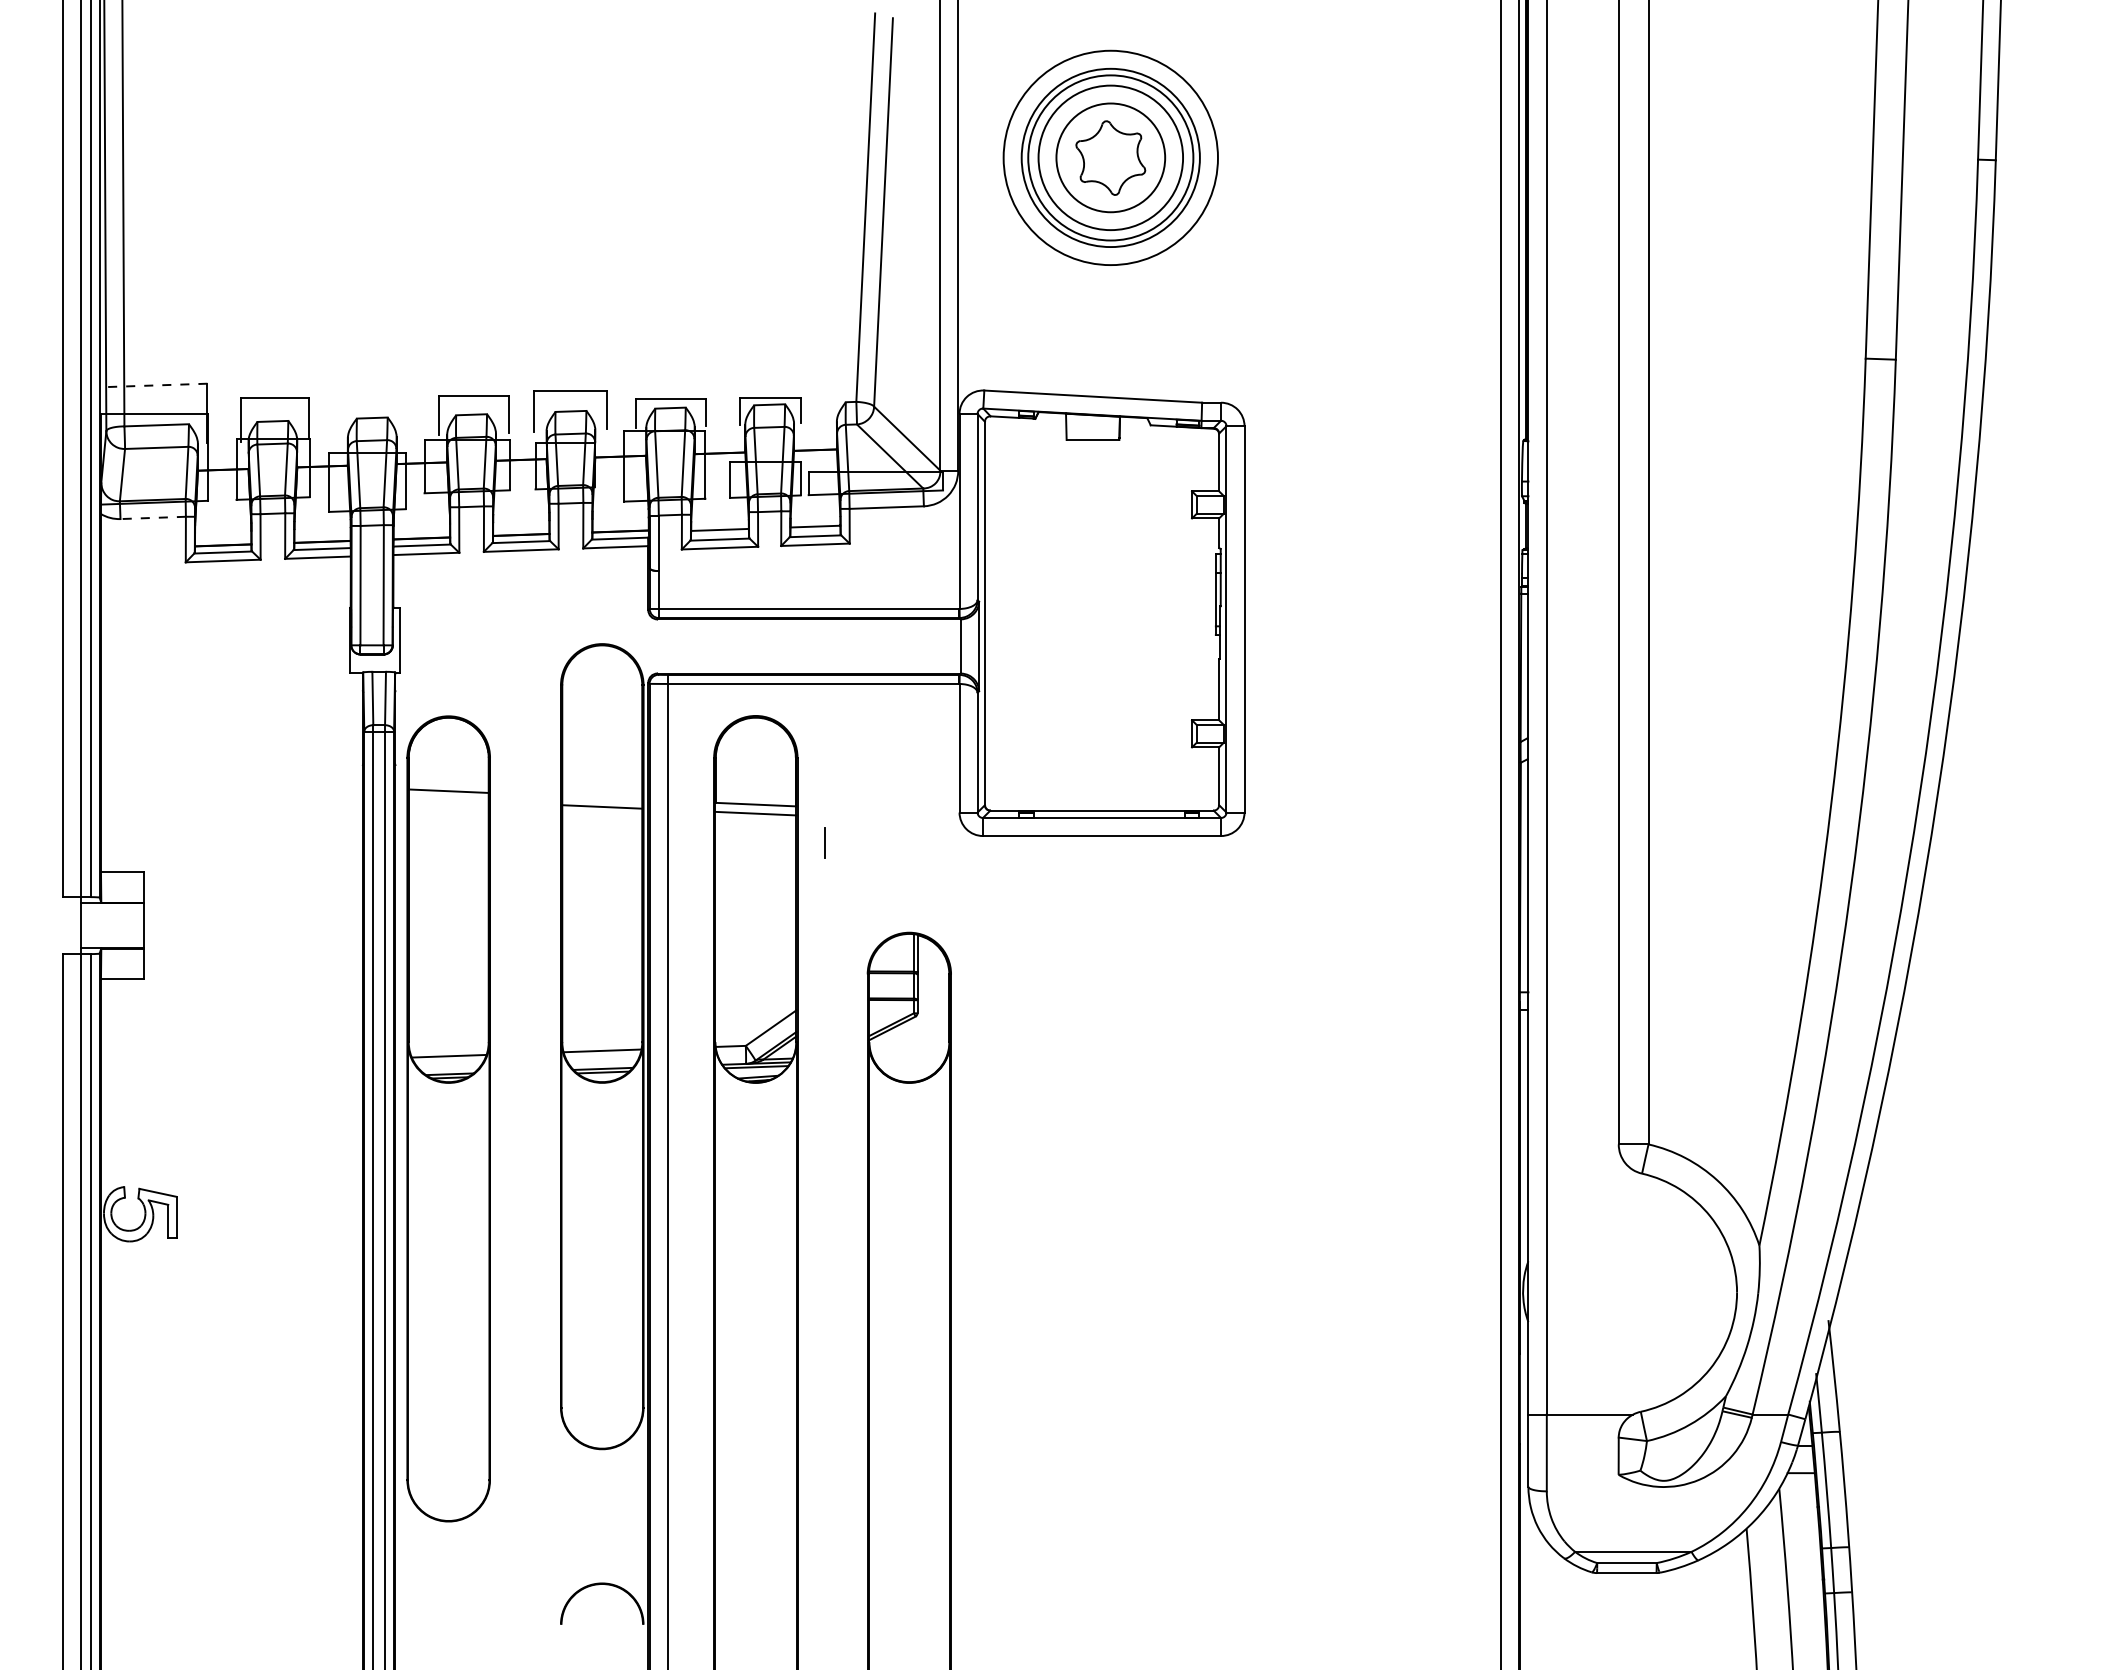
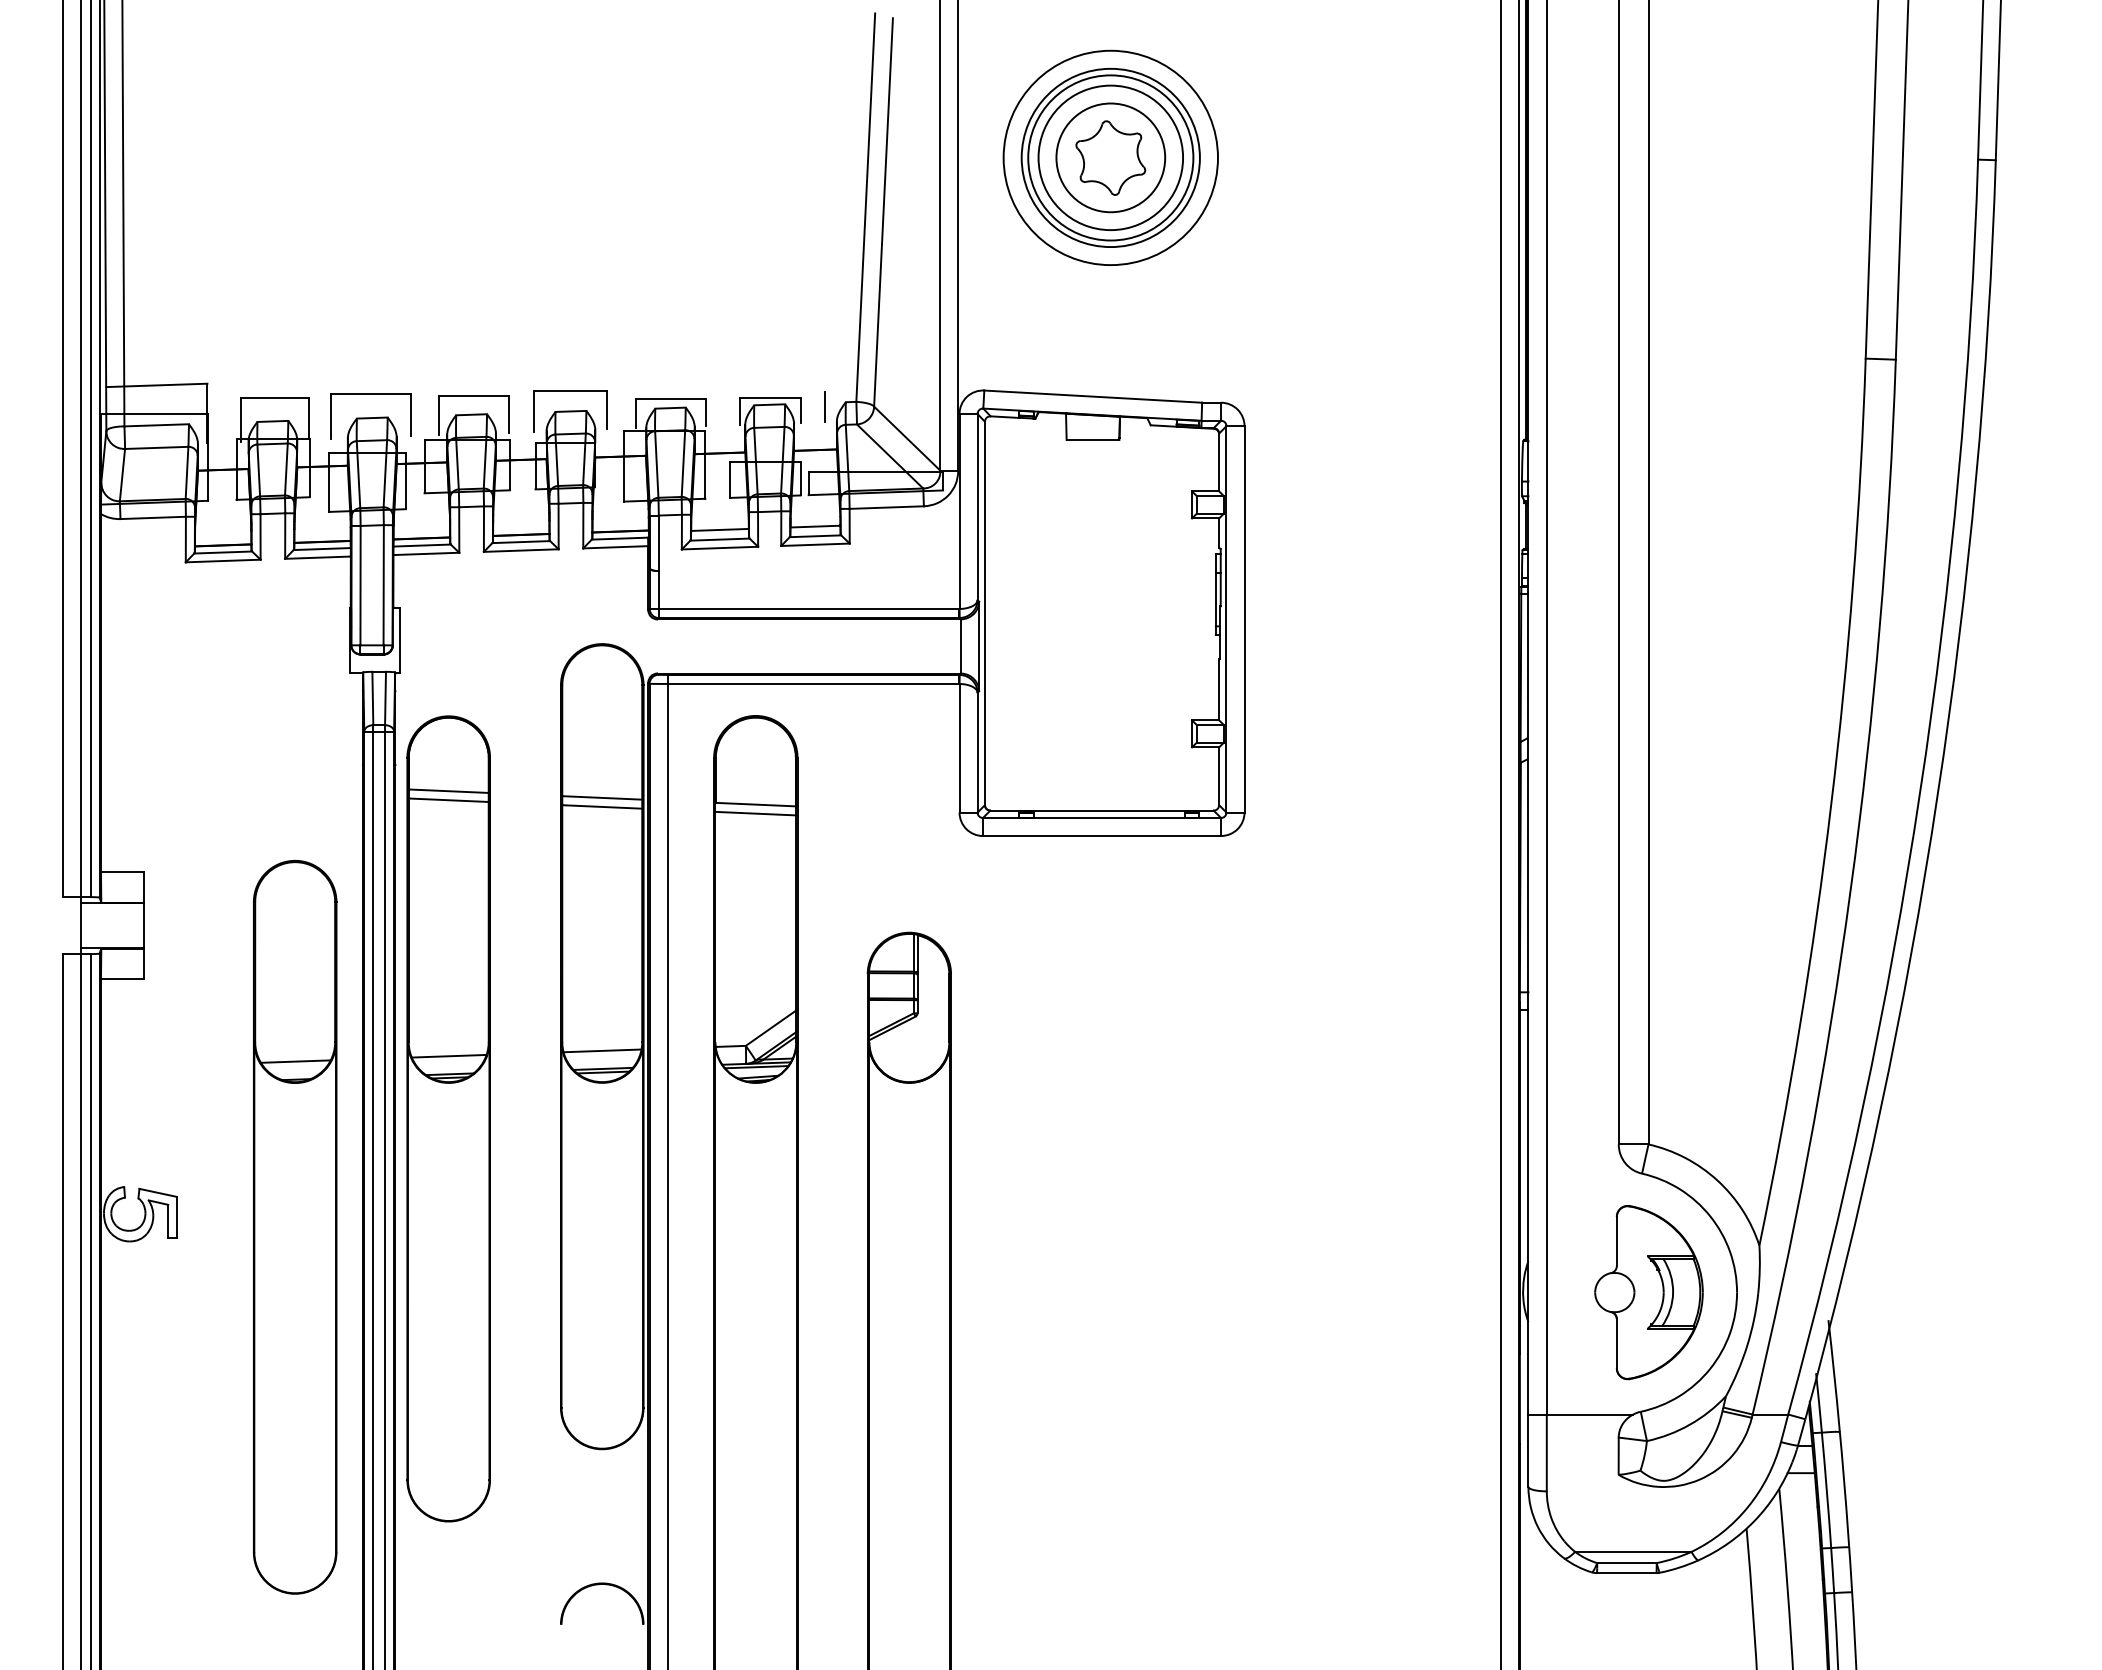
line at (156, 385): dashed -> solid
part at (370, 394): none -> present
line at (153, 517): dashed -> solid
line at (602, 797): none -> present
line at (448, 799): none -> present
line at (824, 842) position: (824, 842) -> (824, 406)
part at (294, 1227): none -> present
part at (1648, 1292): none -> present
